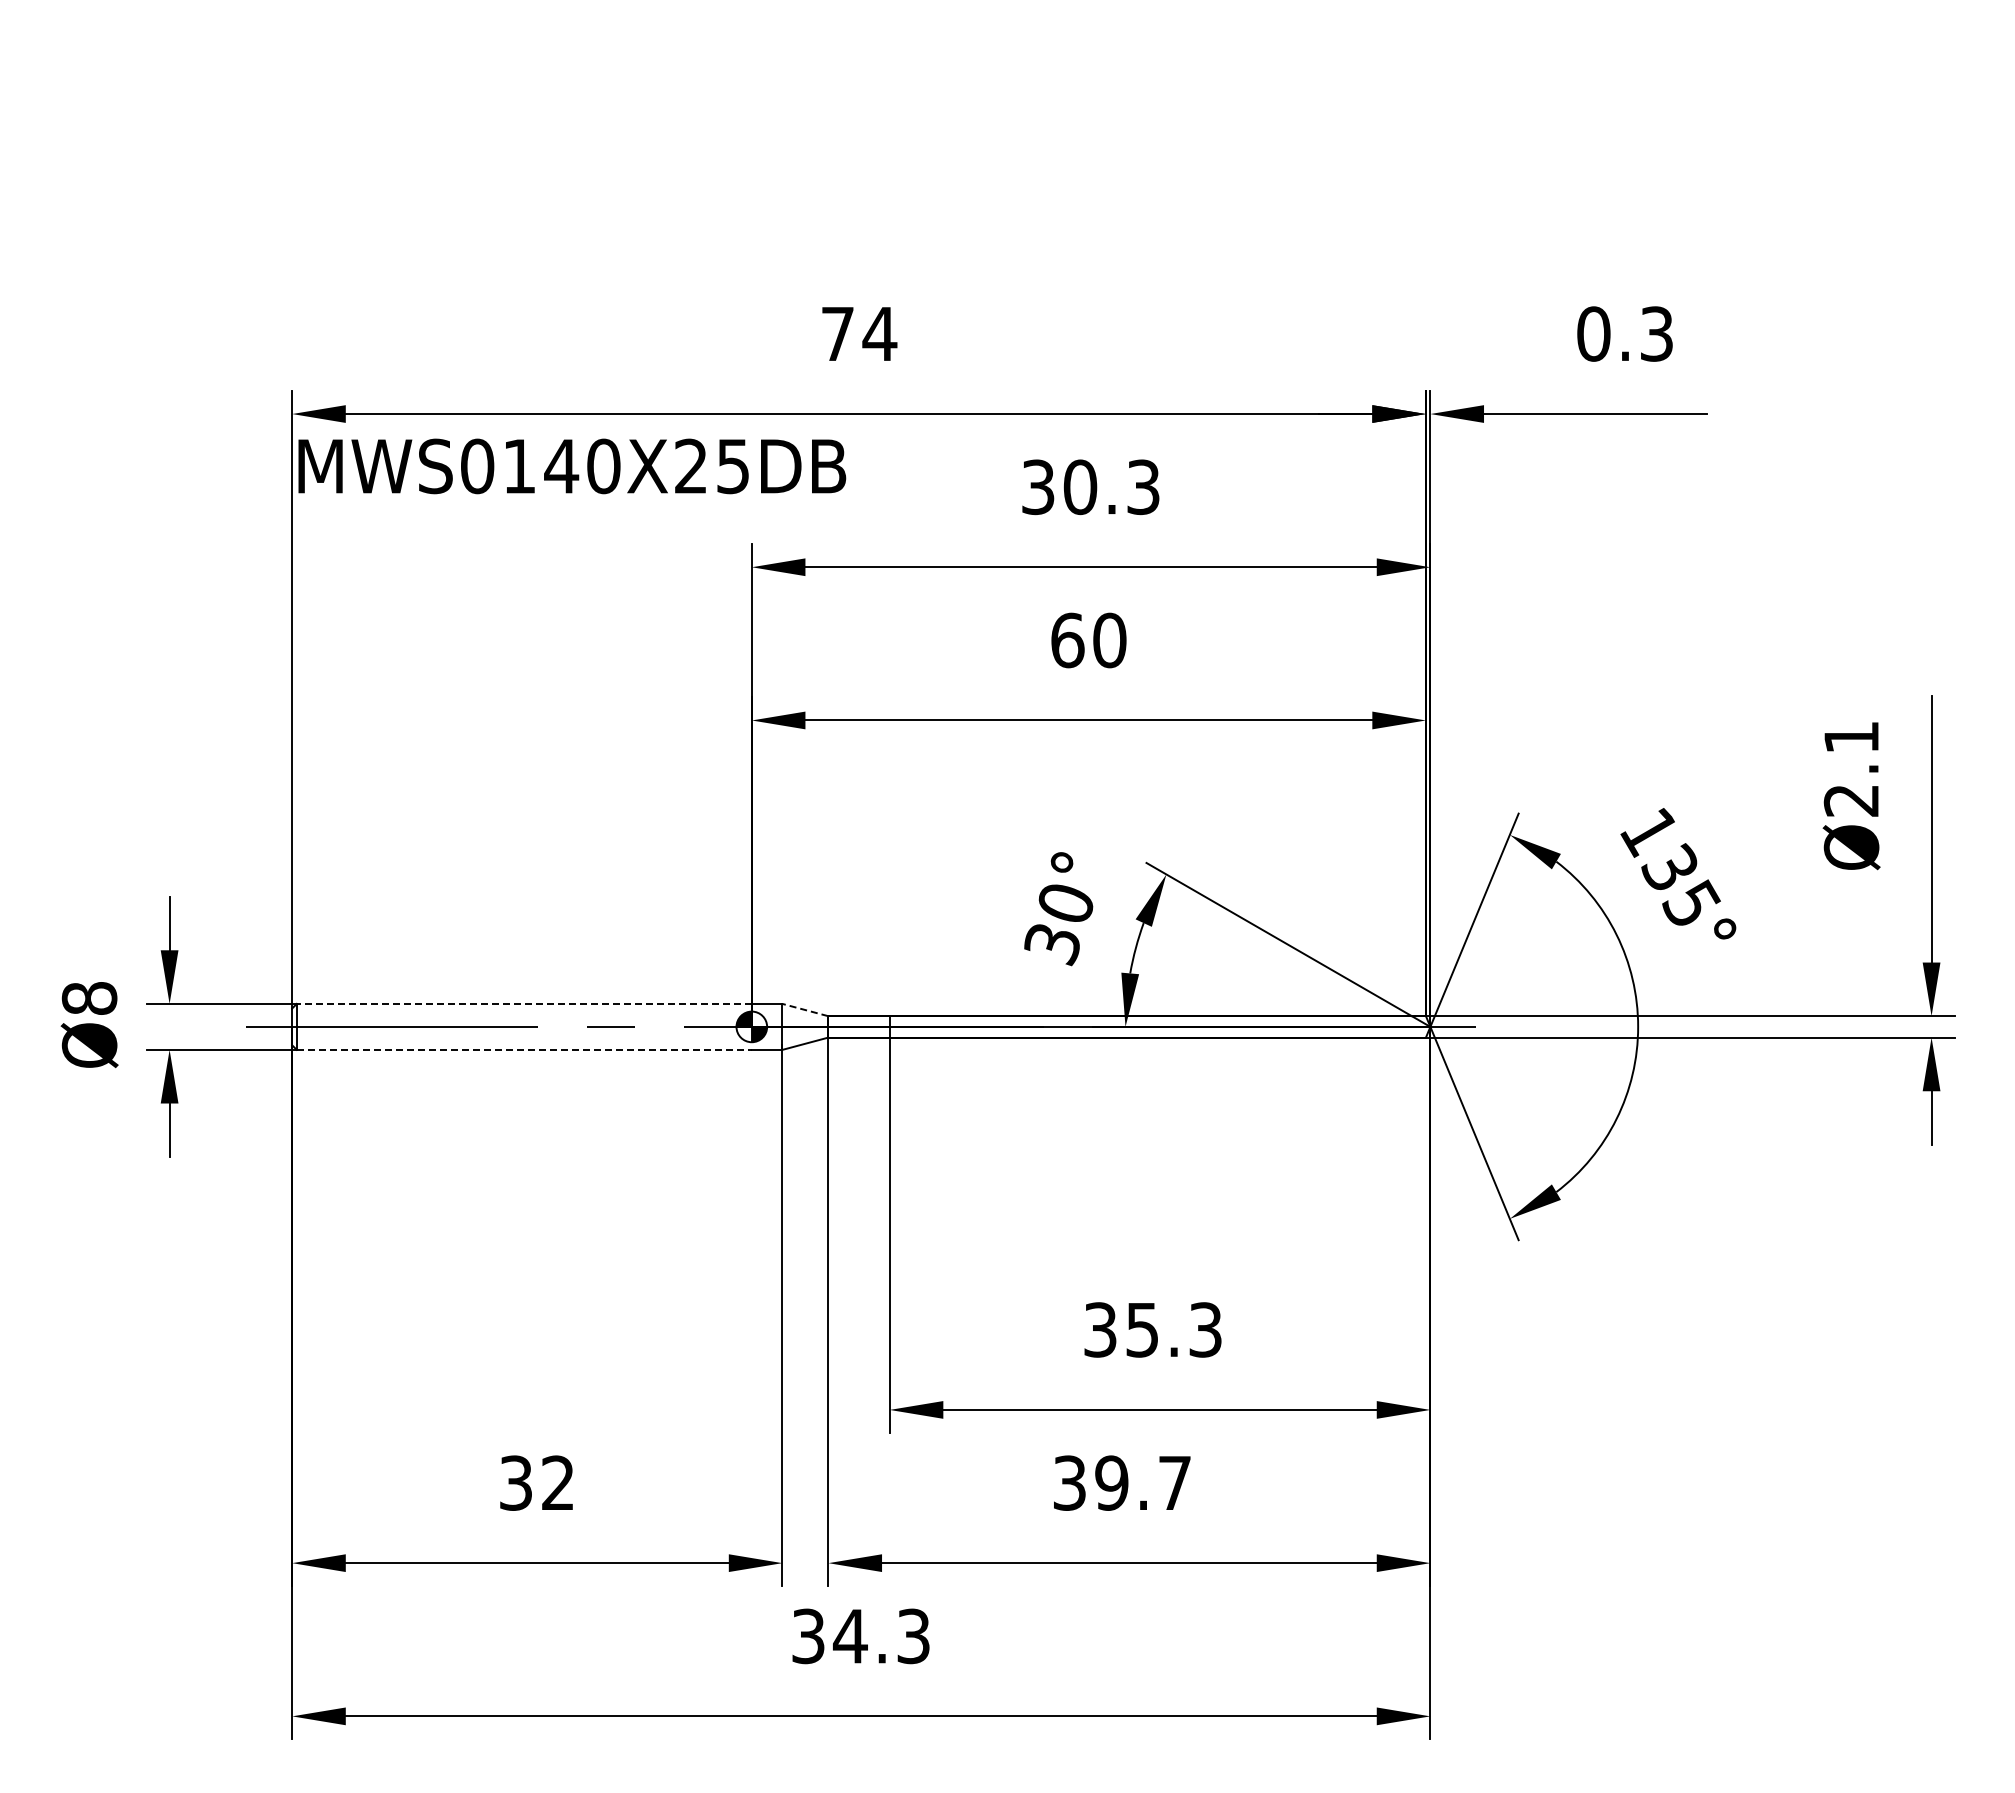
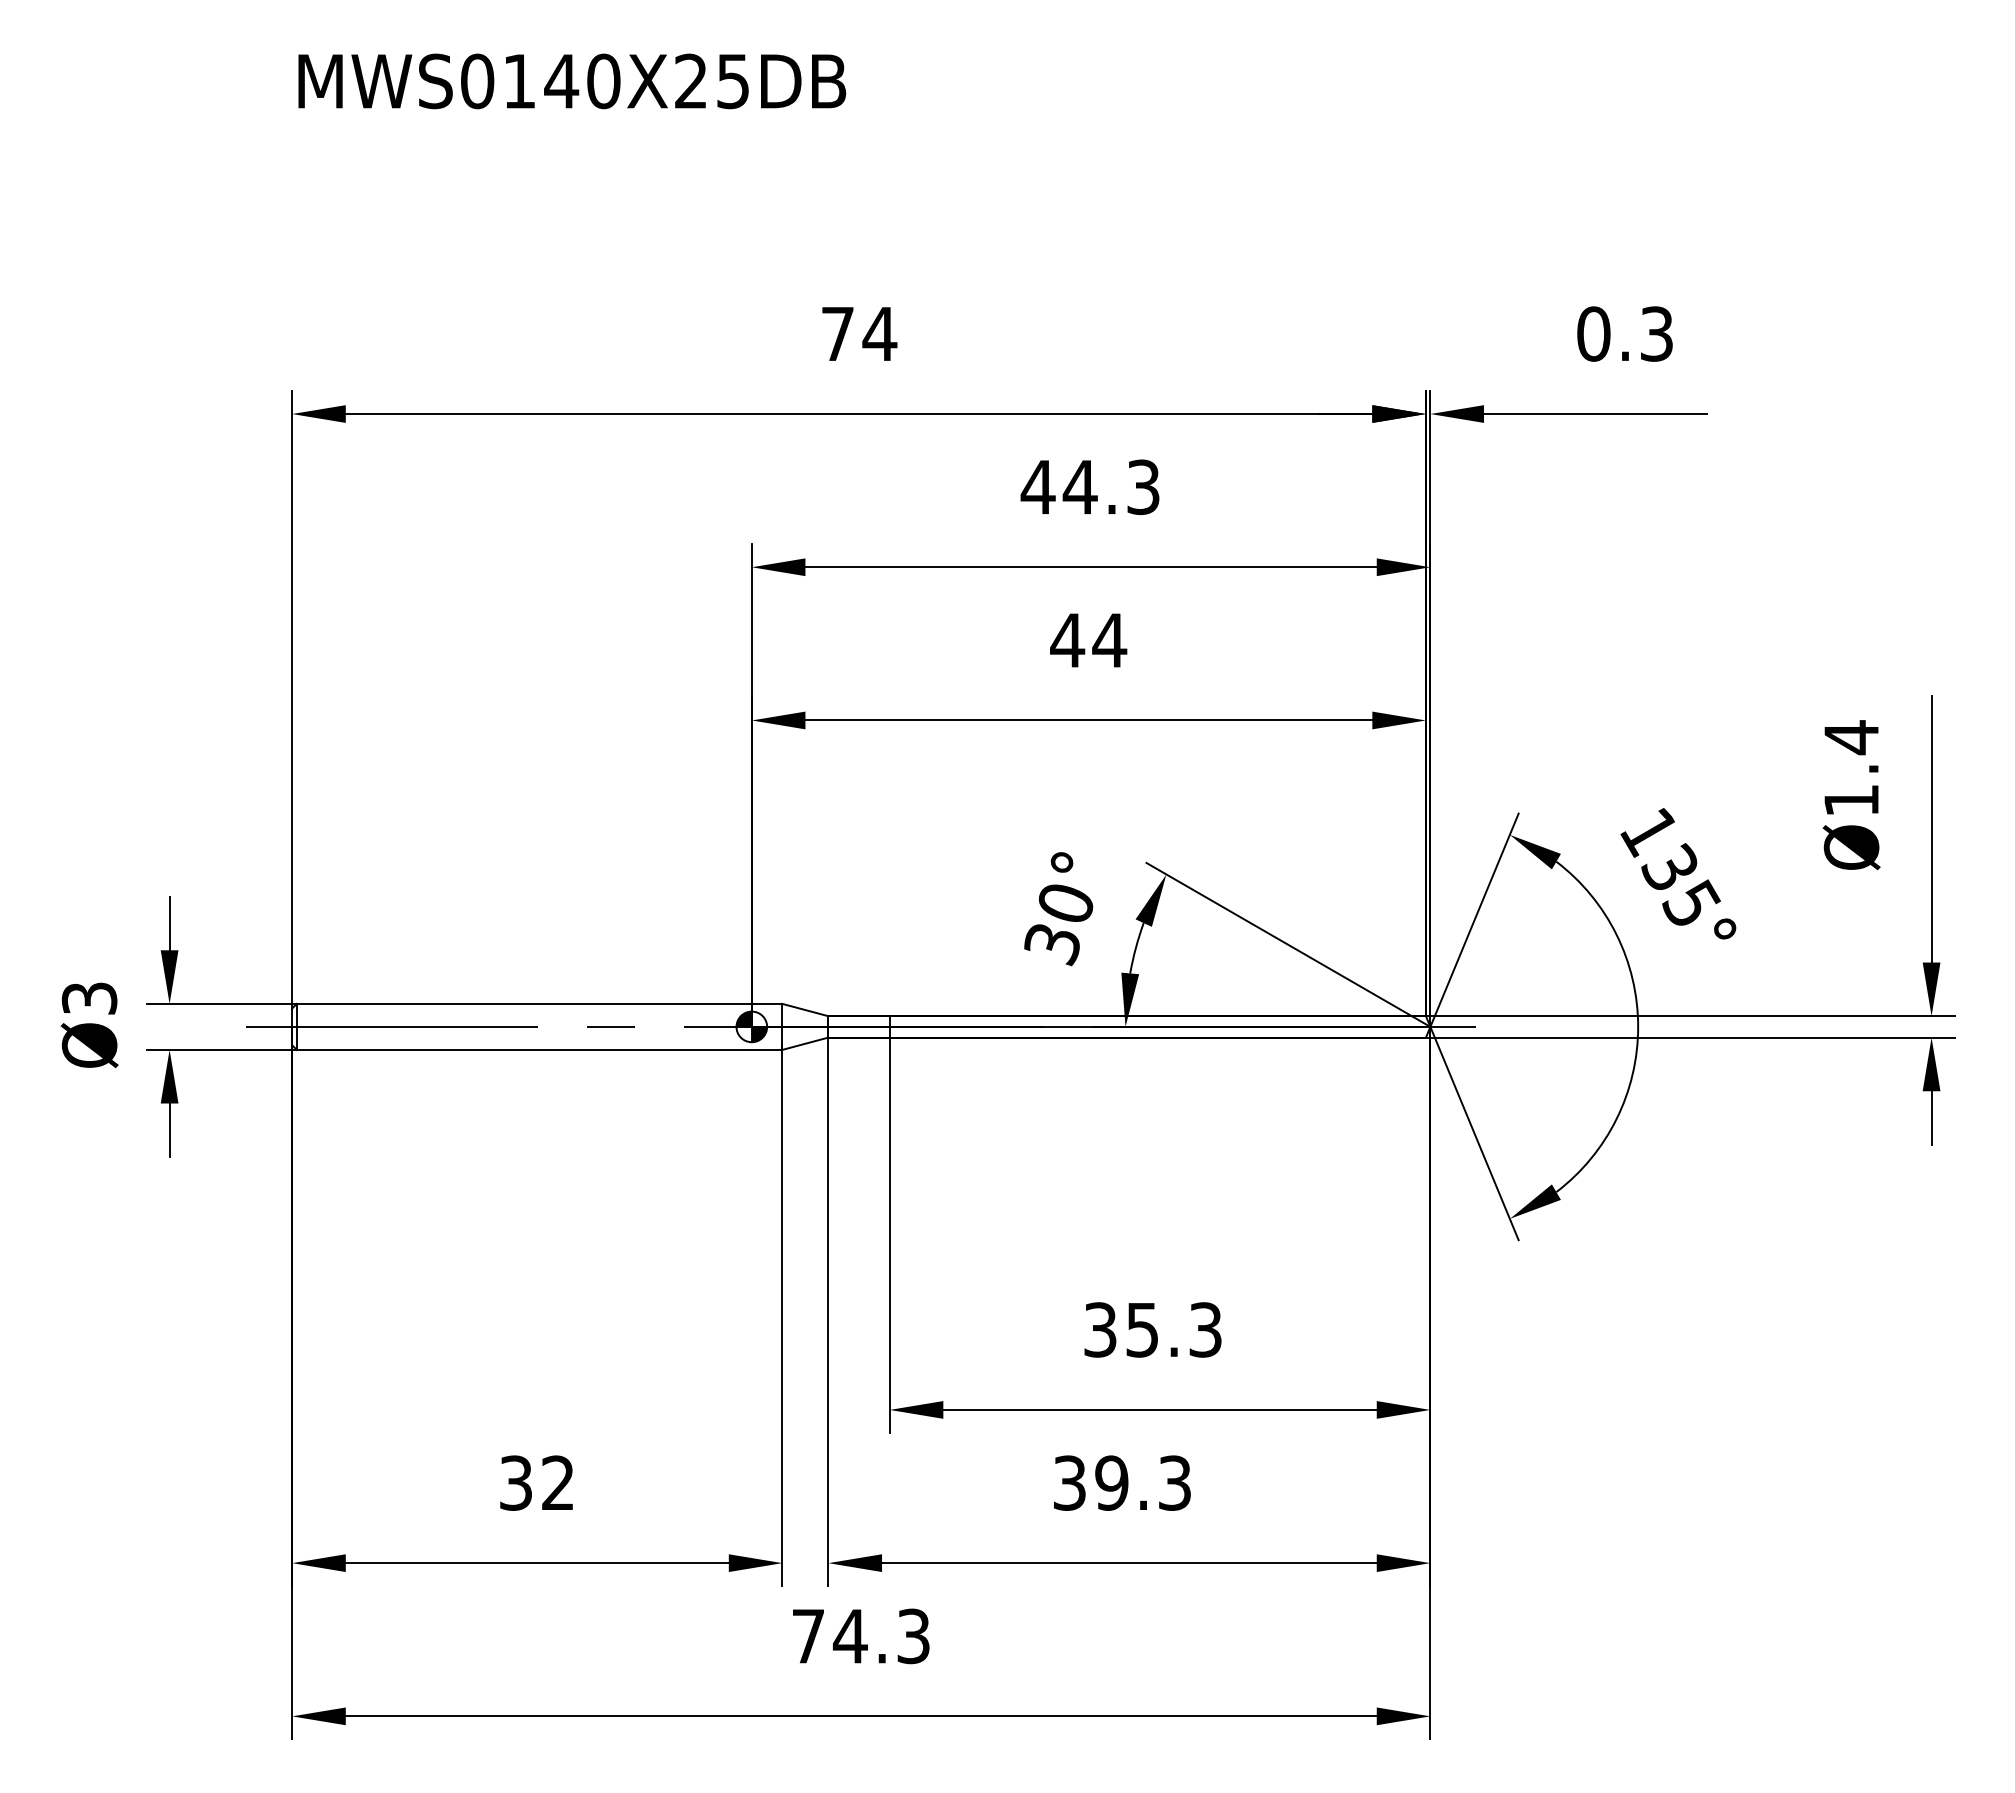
text at (572, 466) position: (572, 466) -> (572, 81)
text at (1058, 487): 30.3 -> 44.3
text at (1088, 640): 60 -> 44
text at (1850, 768): Ø2.1 -> Ø1.4
text at (89, 998): Ø8 -> Ø3
line at (524, 1003): dashed -> solid
line at (805, 1010): dashed -> solid
line at (524, 1049): dashed -> solid
text at (1174, 1482): 39.7 -> 39.3
text at (808, 1636): 34.3 -> 74.3
